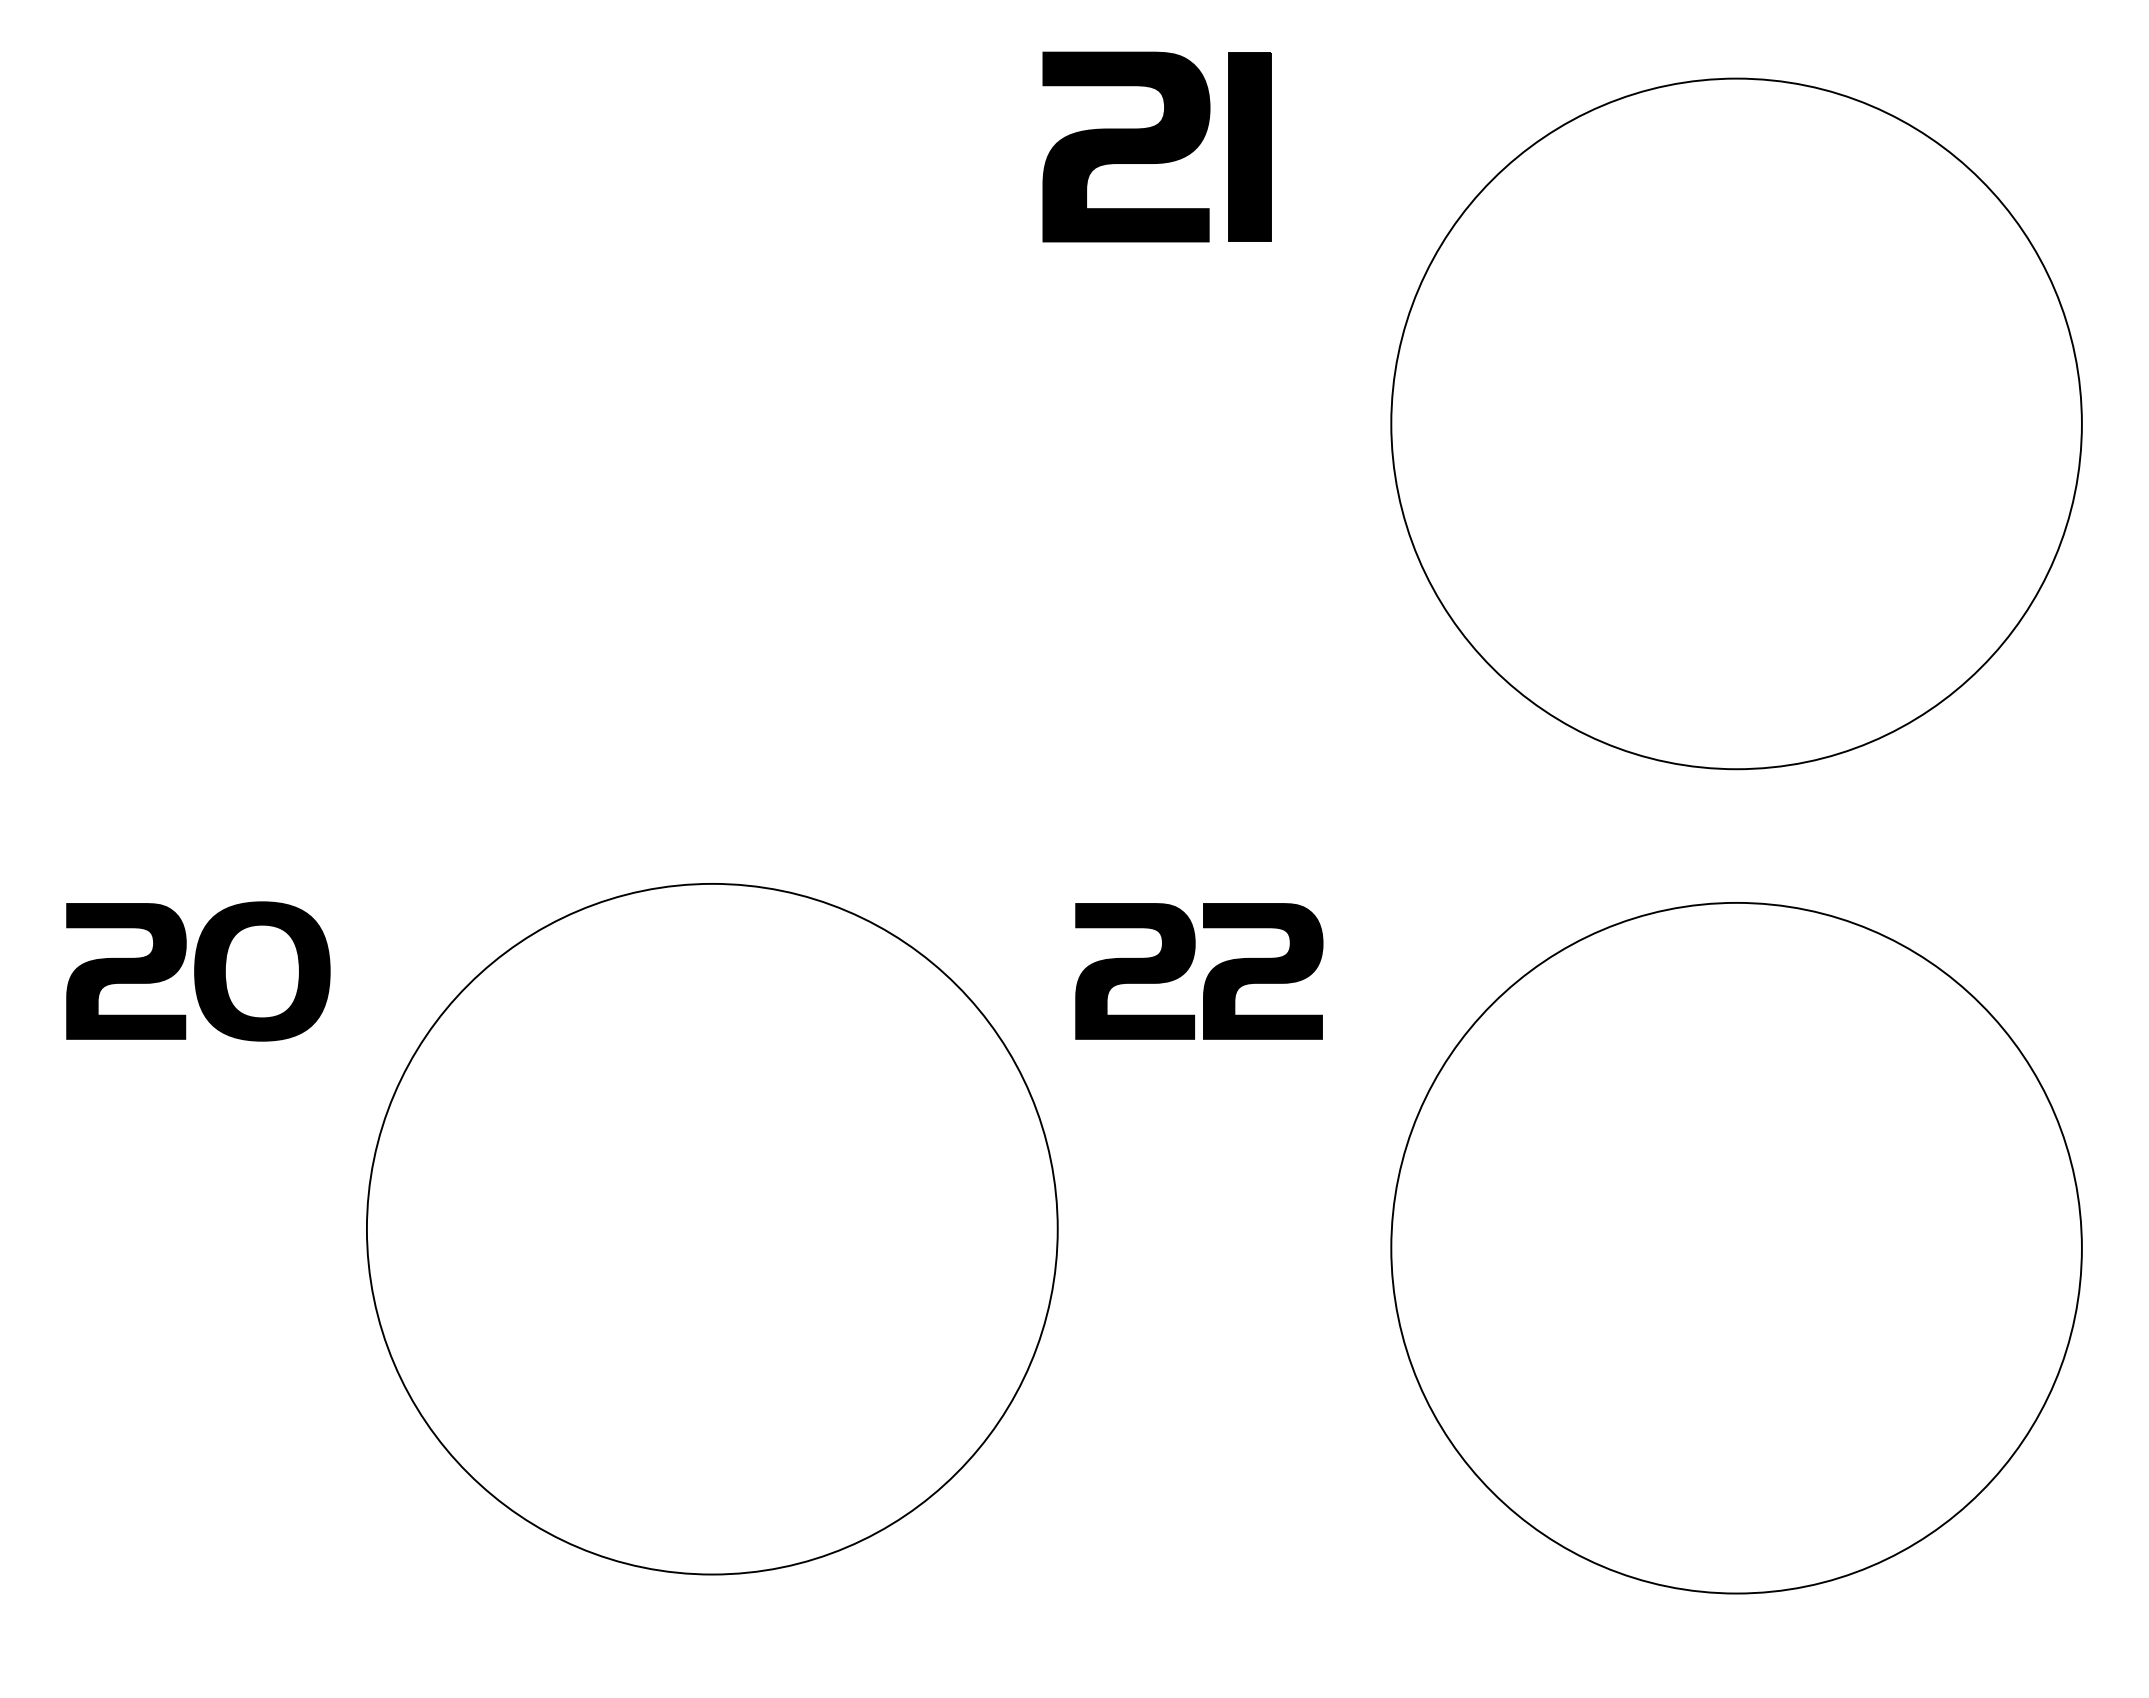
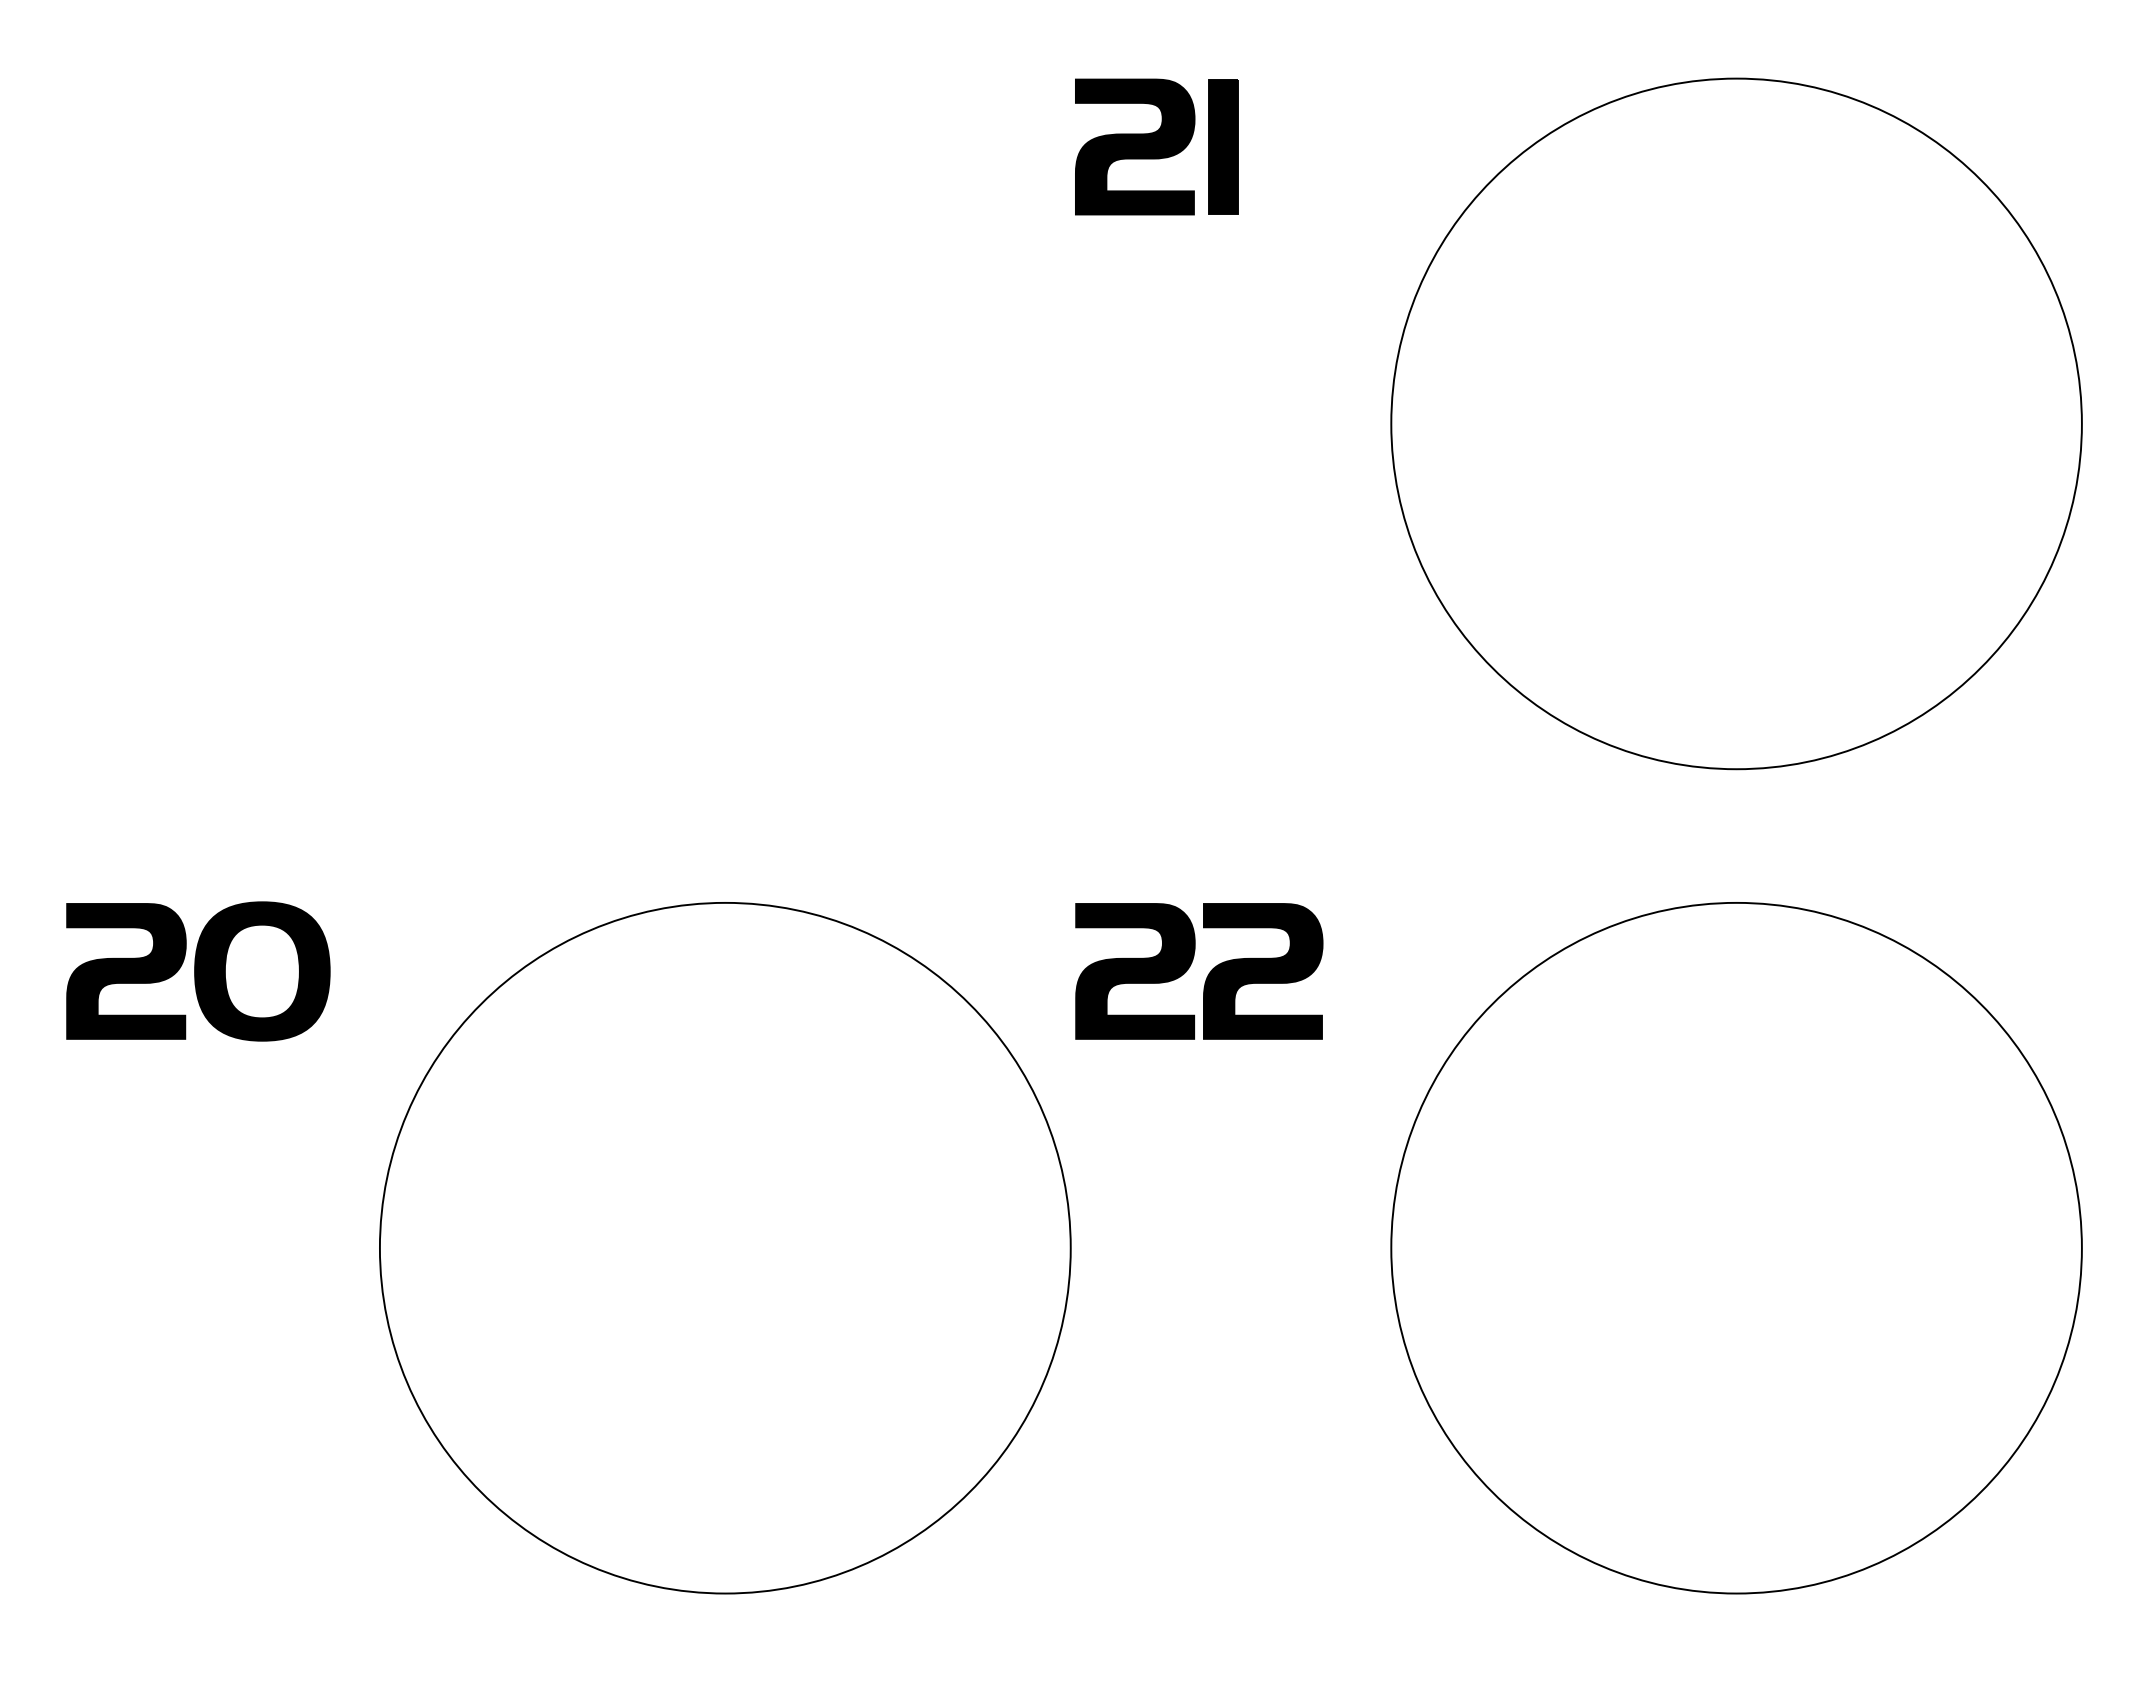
part at (1156, 146) size: 230x192 px -> 164x138 px
part at (712, 1229) position: (712, 1229) -> (725, 1248)
